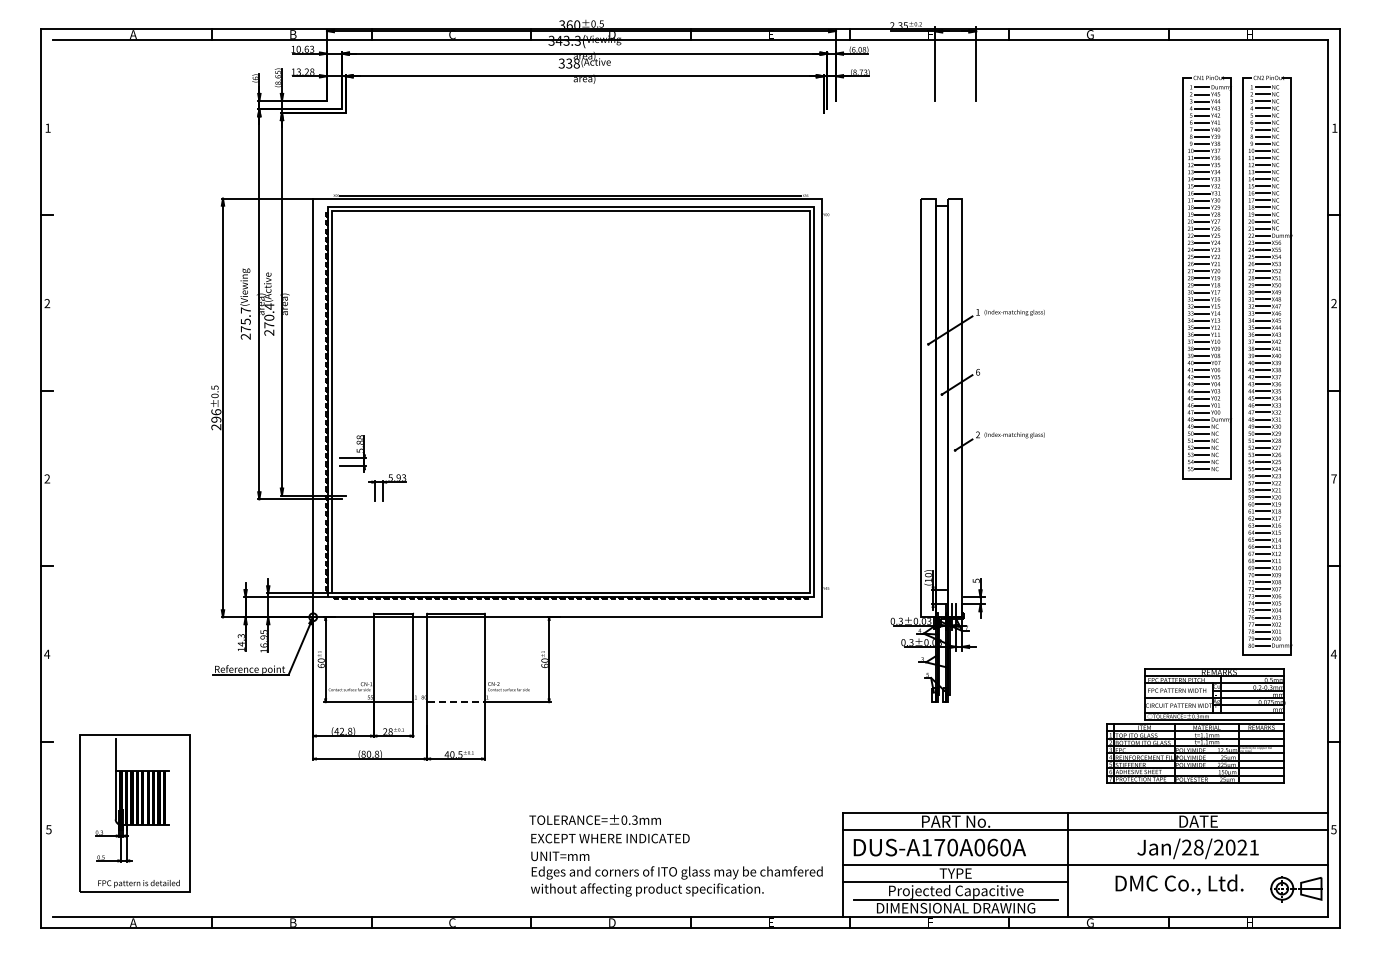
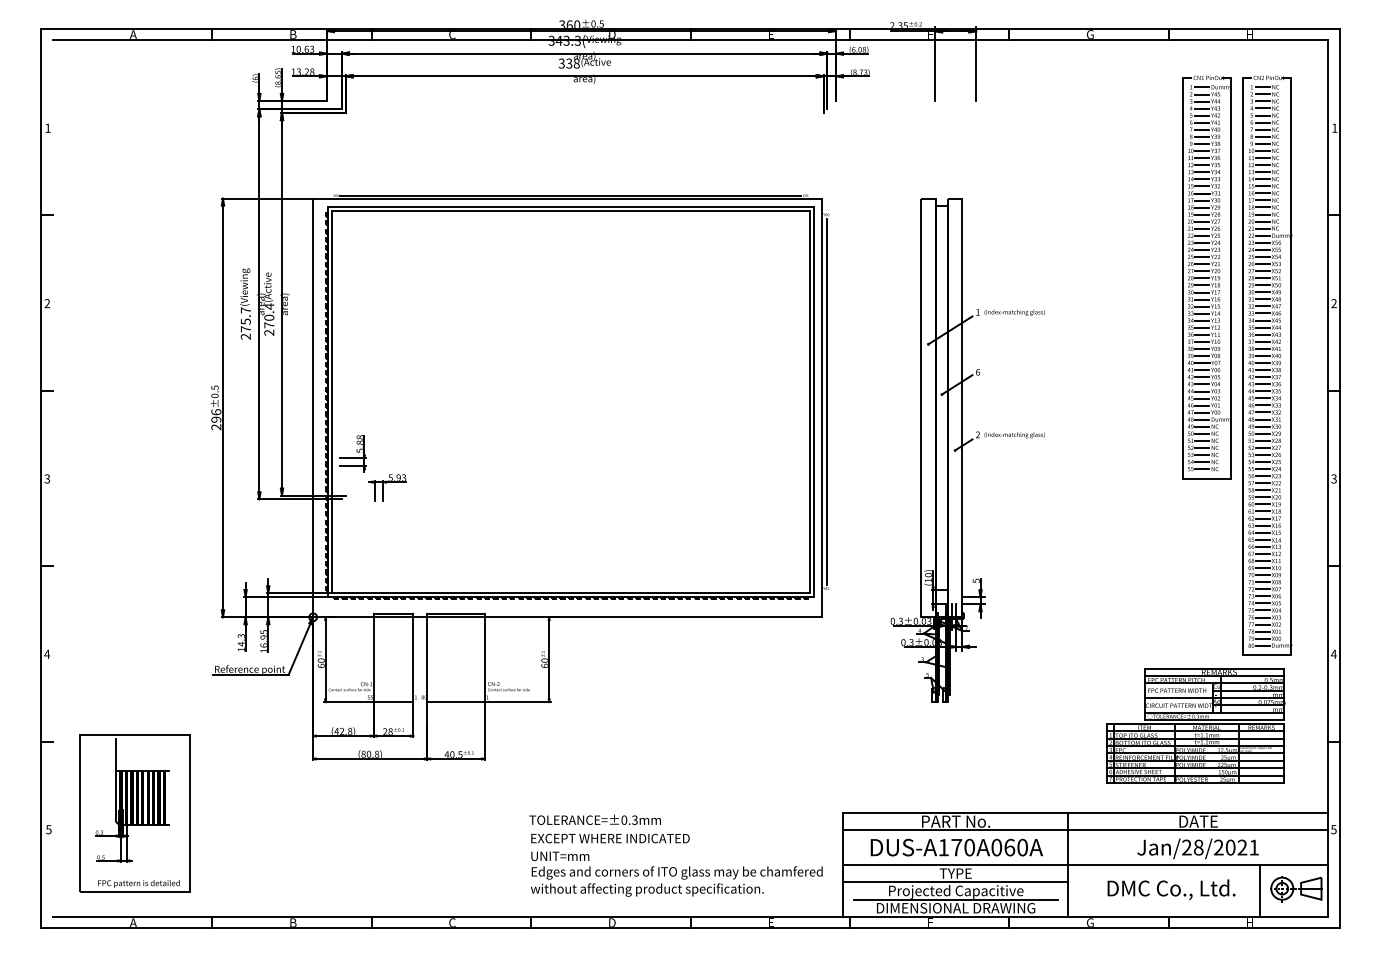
line at (826, 401): none -> present
text at (1333, 478): 7 -> 3
text at (47, 479): 2 -> 3
line at (456, 702): dashed -> solid
text at (939, 847) position: (939, 847) -> (956, 847)
text at (1179, 884) position: (1179, 884) -> (1171, 889)
line at (1260, 890): none -> present
